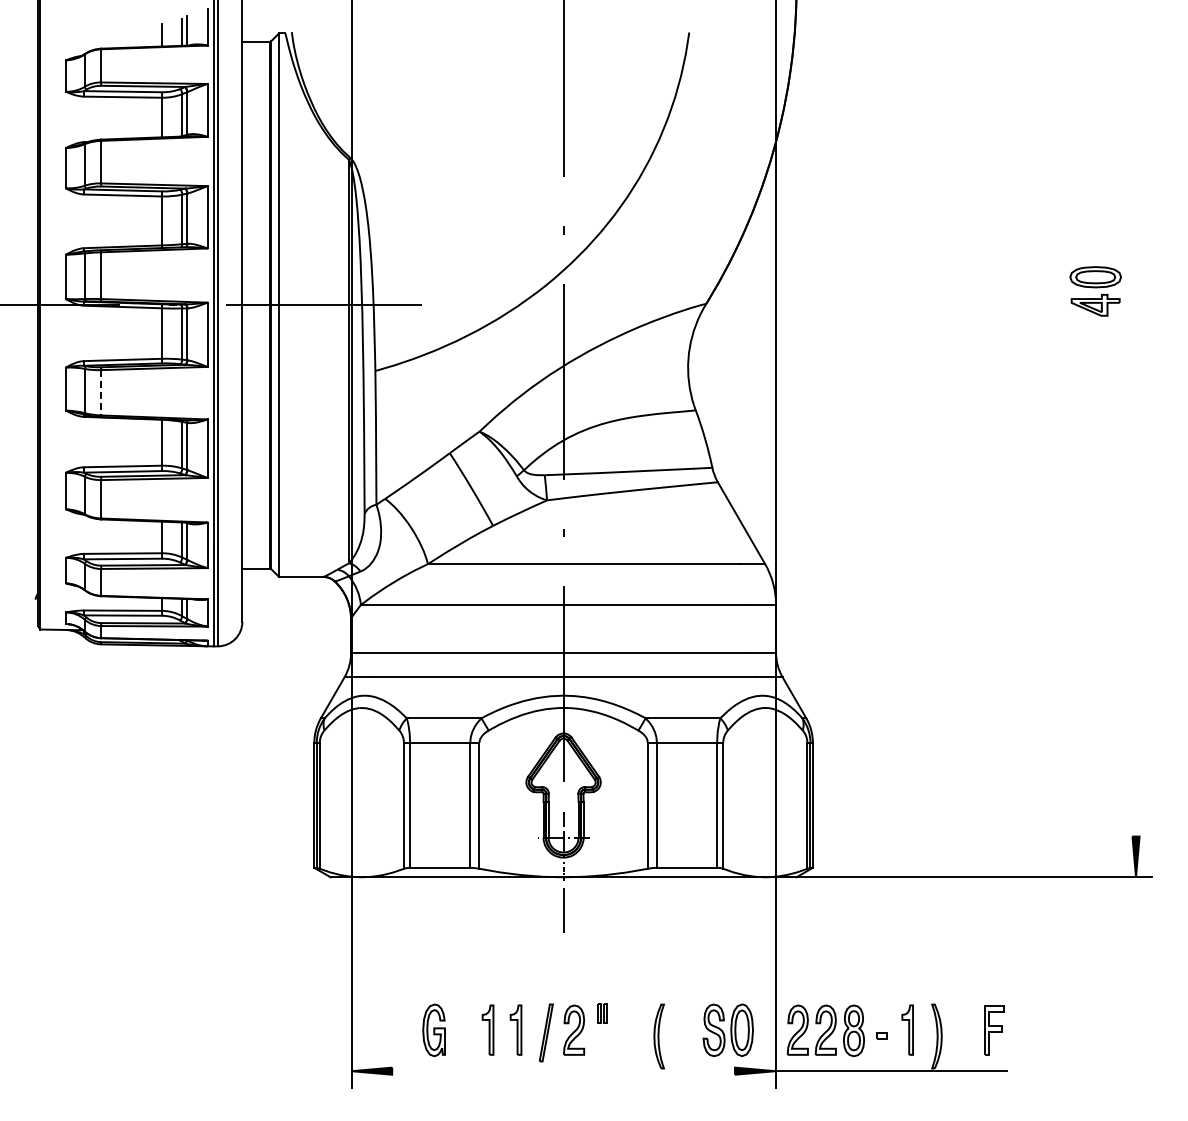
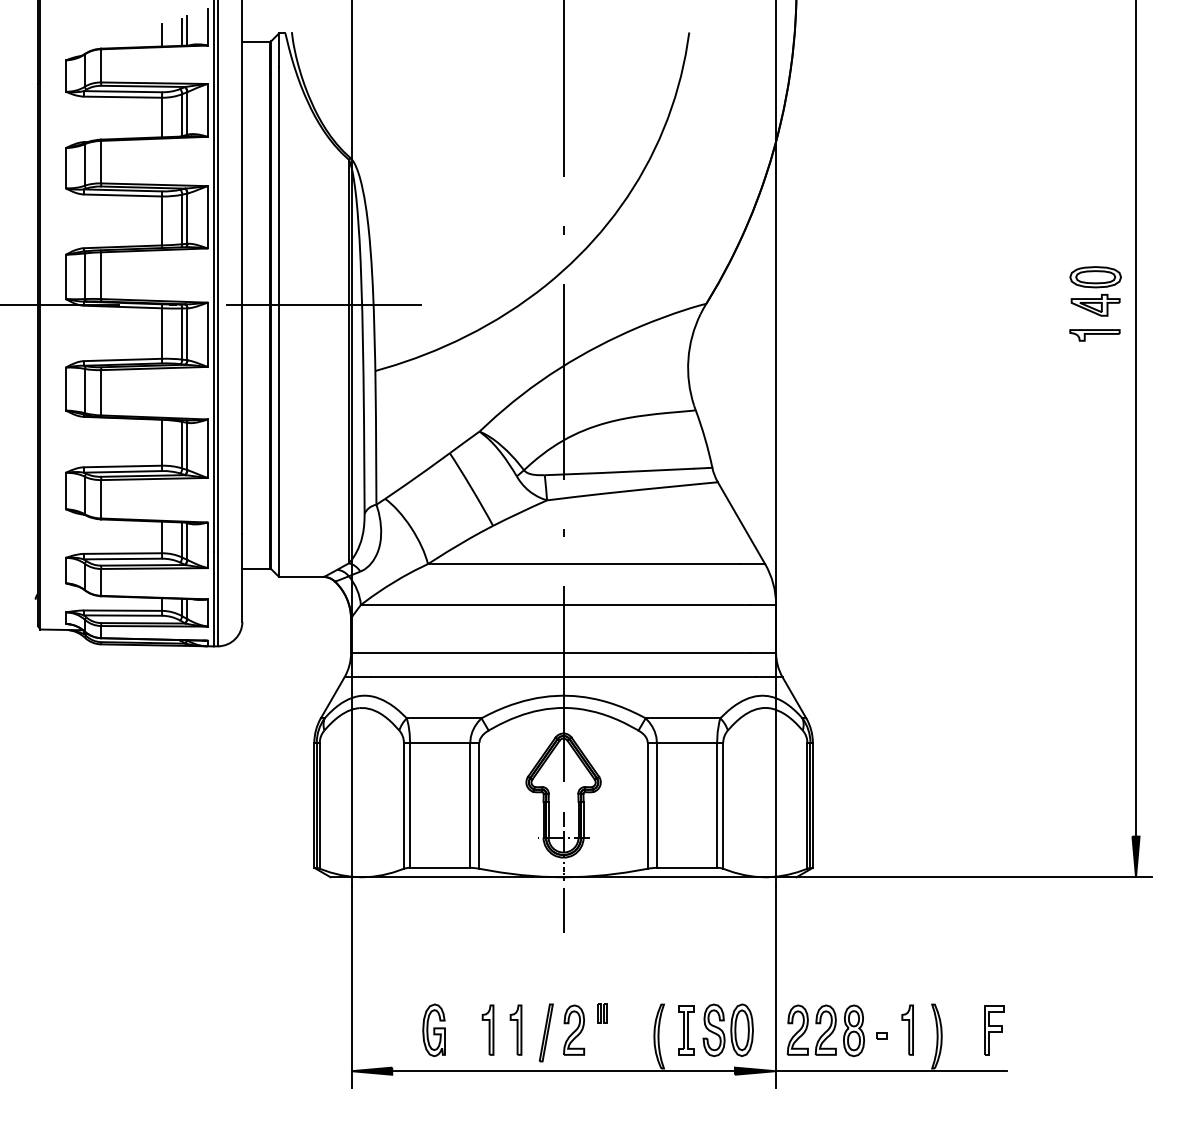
part at (1094, 335): none -> present
line at (101, 392): dashed -> solid
line at (1136, 419): none -> present
part at (686, 1030): none -> present
line at (563, 1071): none -> present
